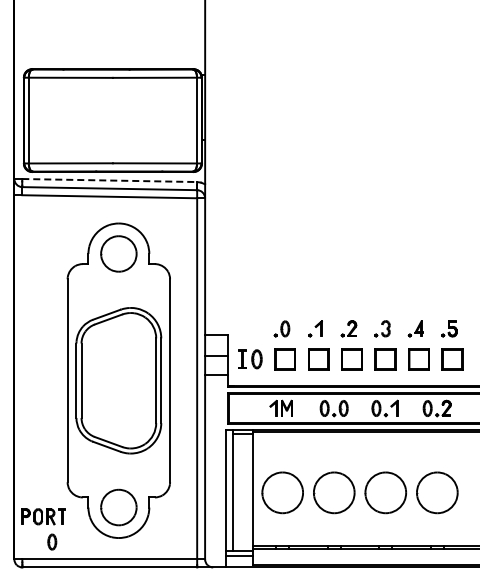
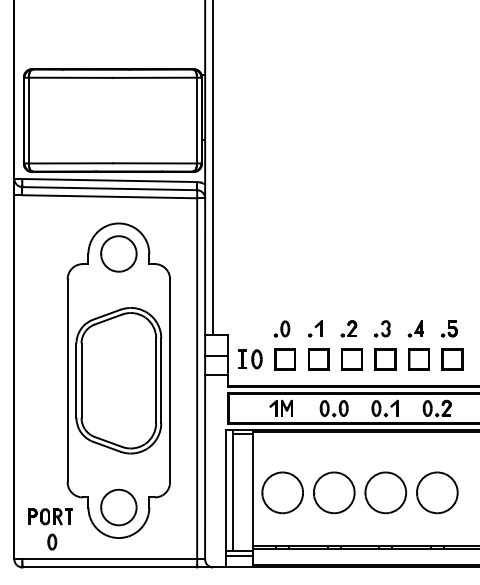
line at (213, 168): none -> present
line at (110, 180): dashed -> solid
part at (43, 516) position: (43, 516) -> (50, 516)
